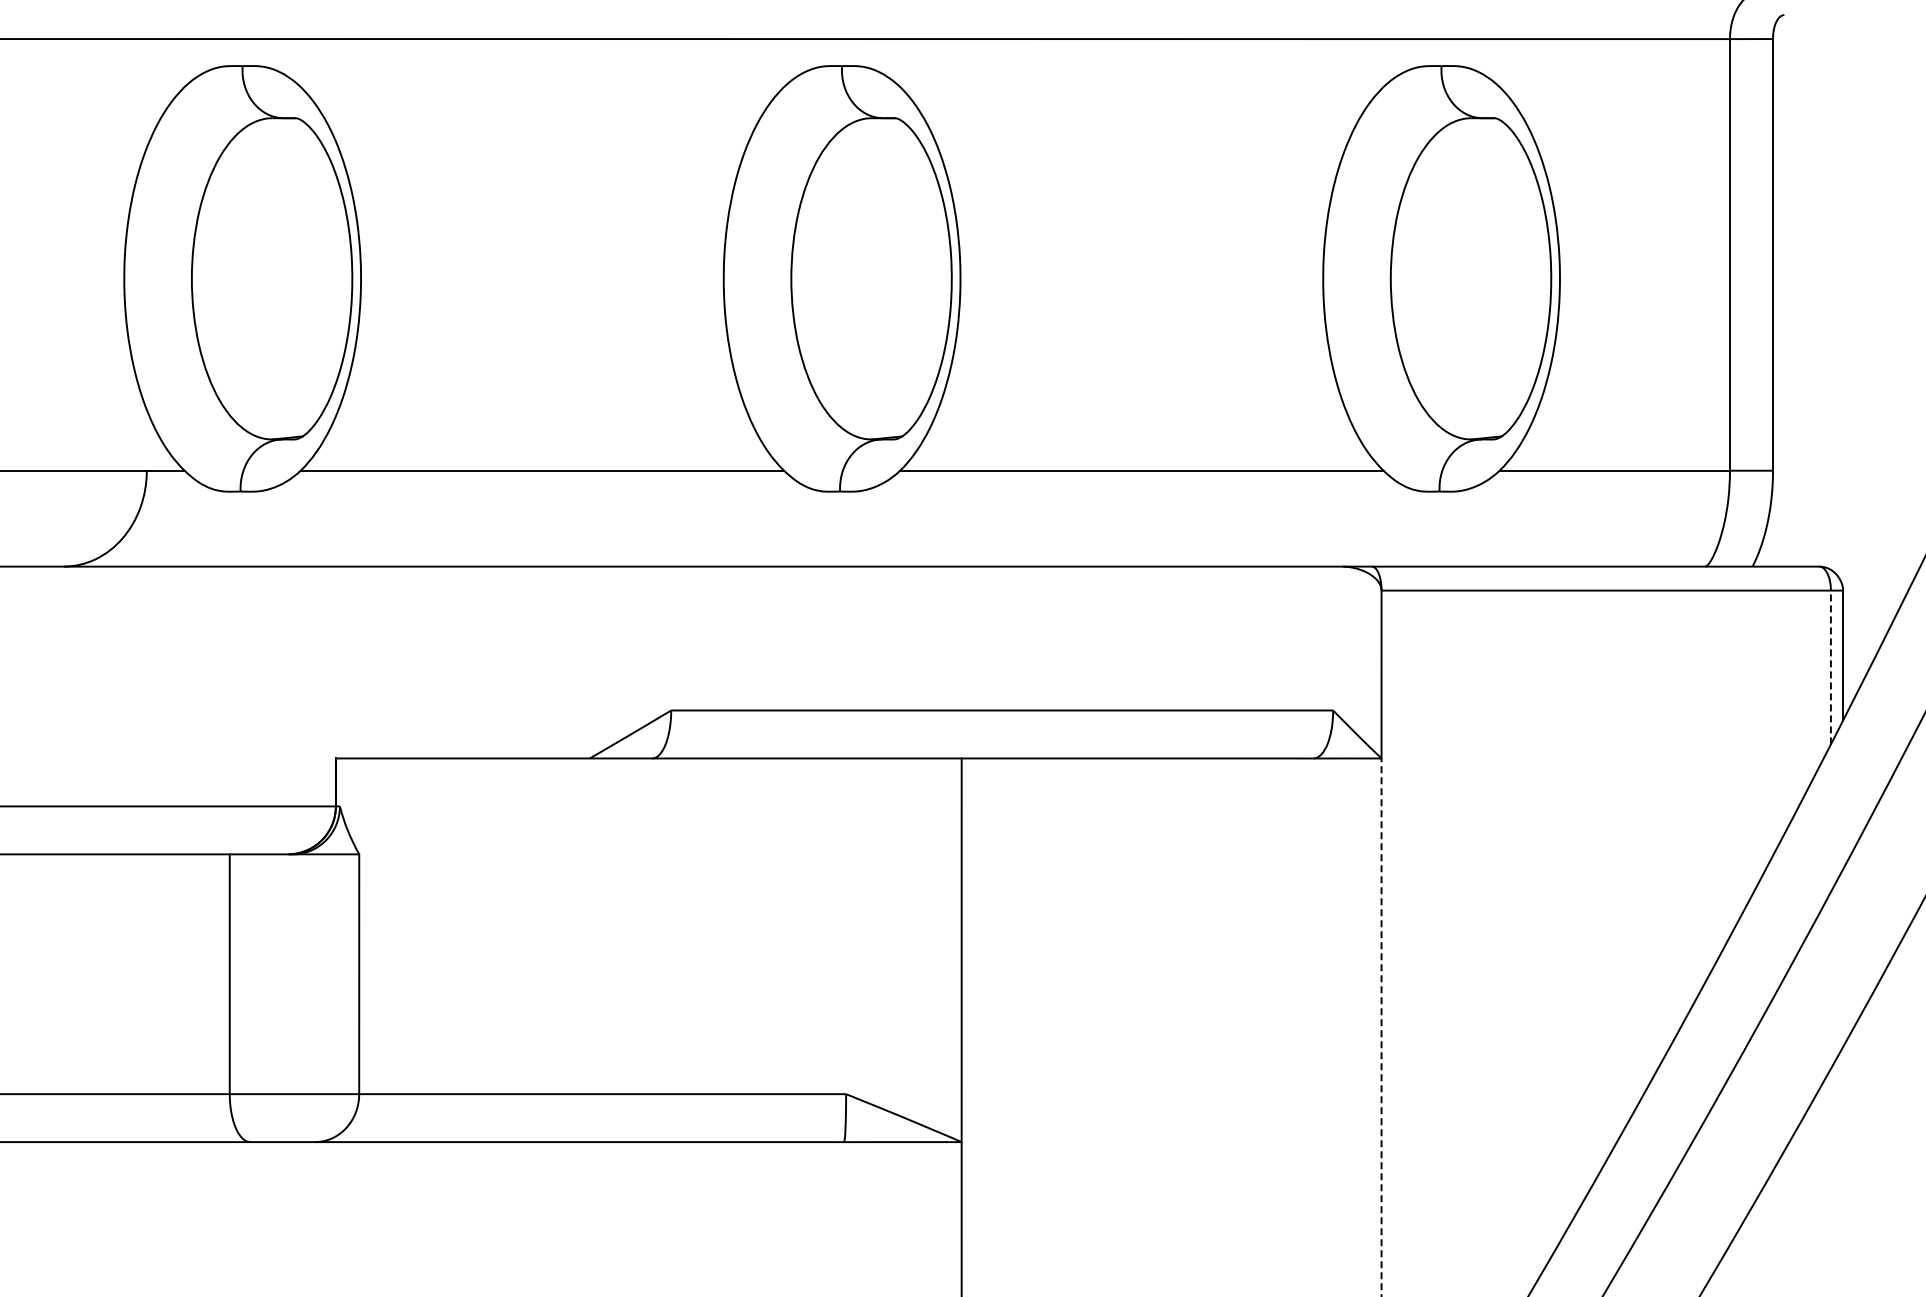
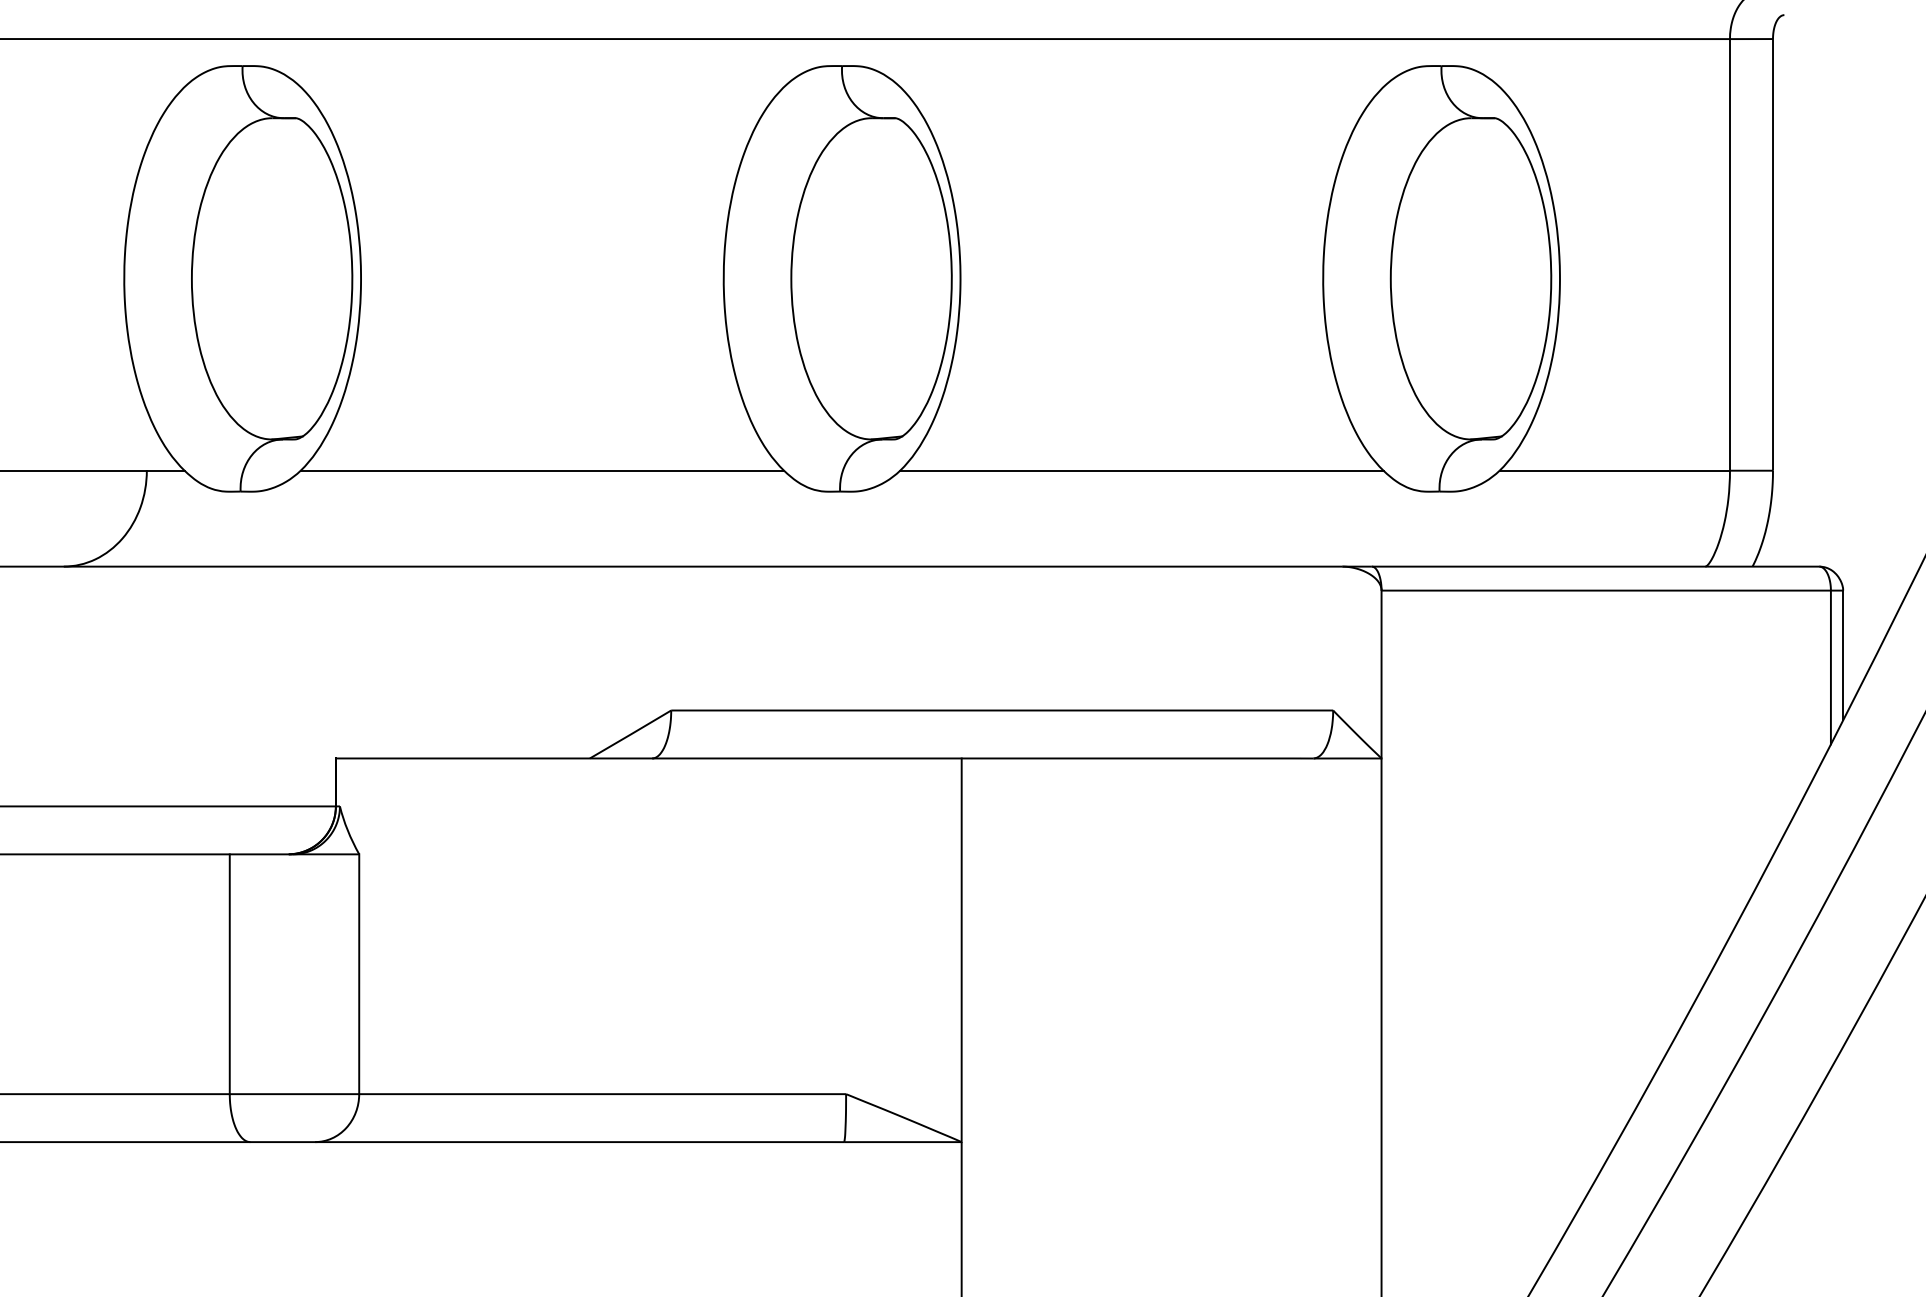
line at (1830, 667): dashed -> solid
line at (1381, 1027): dashed -> solid
